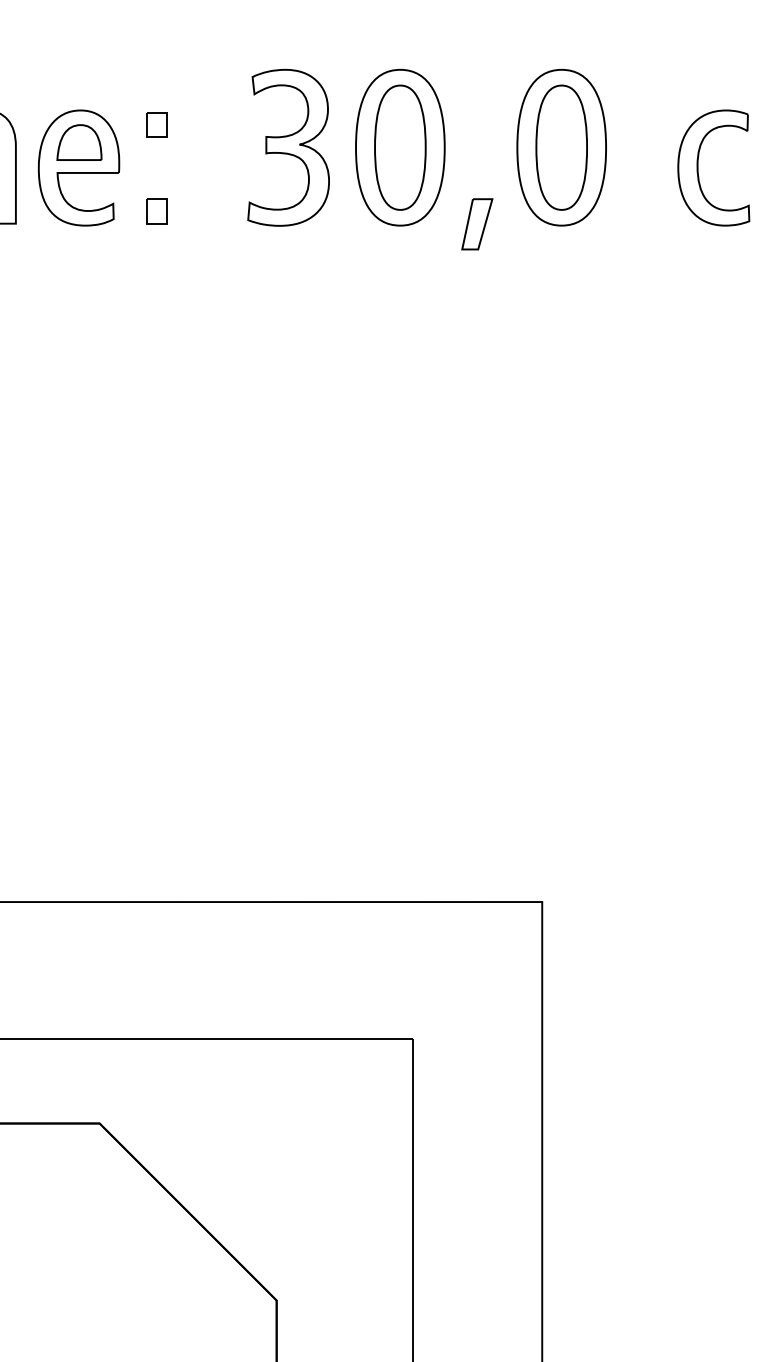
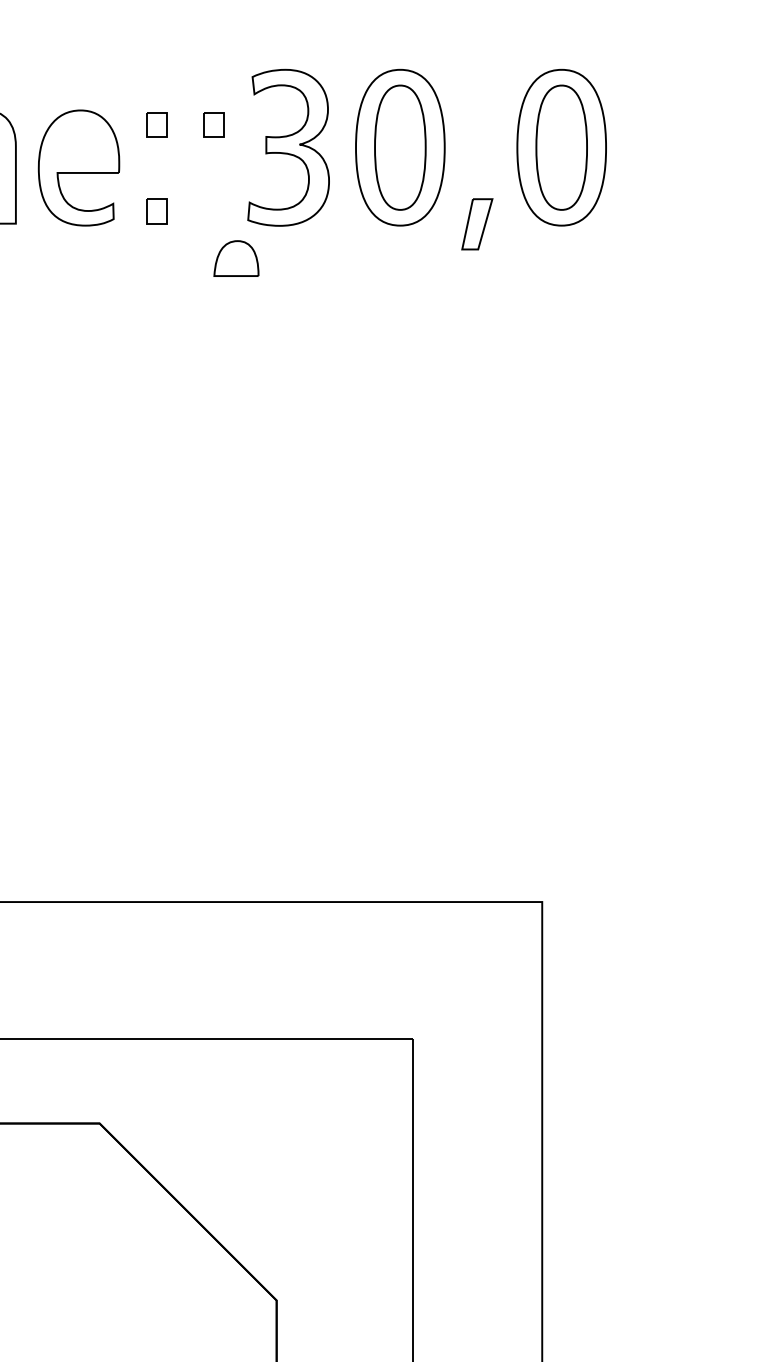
part at (213, 124): none -> present
part at (79, 142) position: (79, 142) -> (236, 258)
part at (698, 167): present -> none
